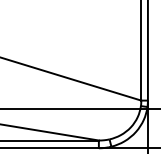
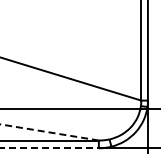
line at (49, 132): solid -> dashed
line at (49, 148): solid -> dashed
